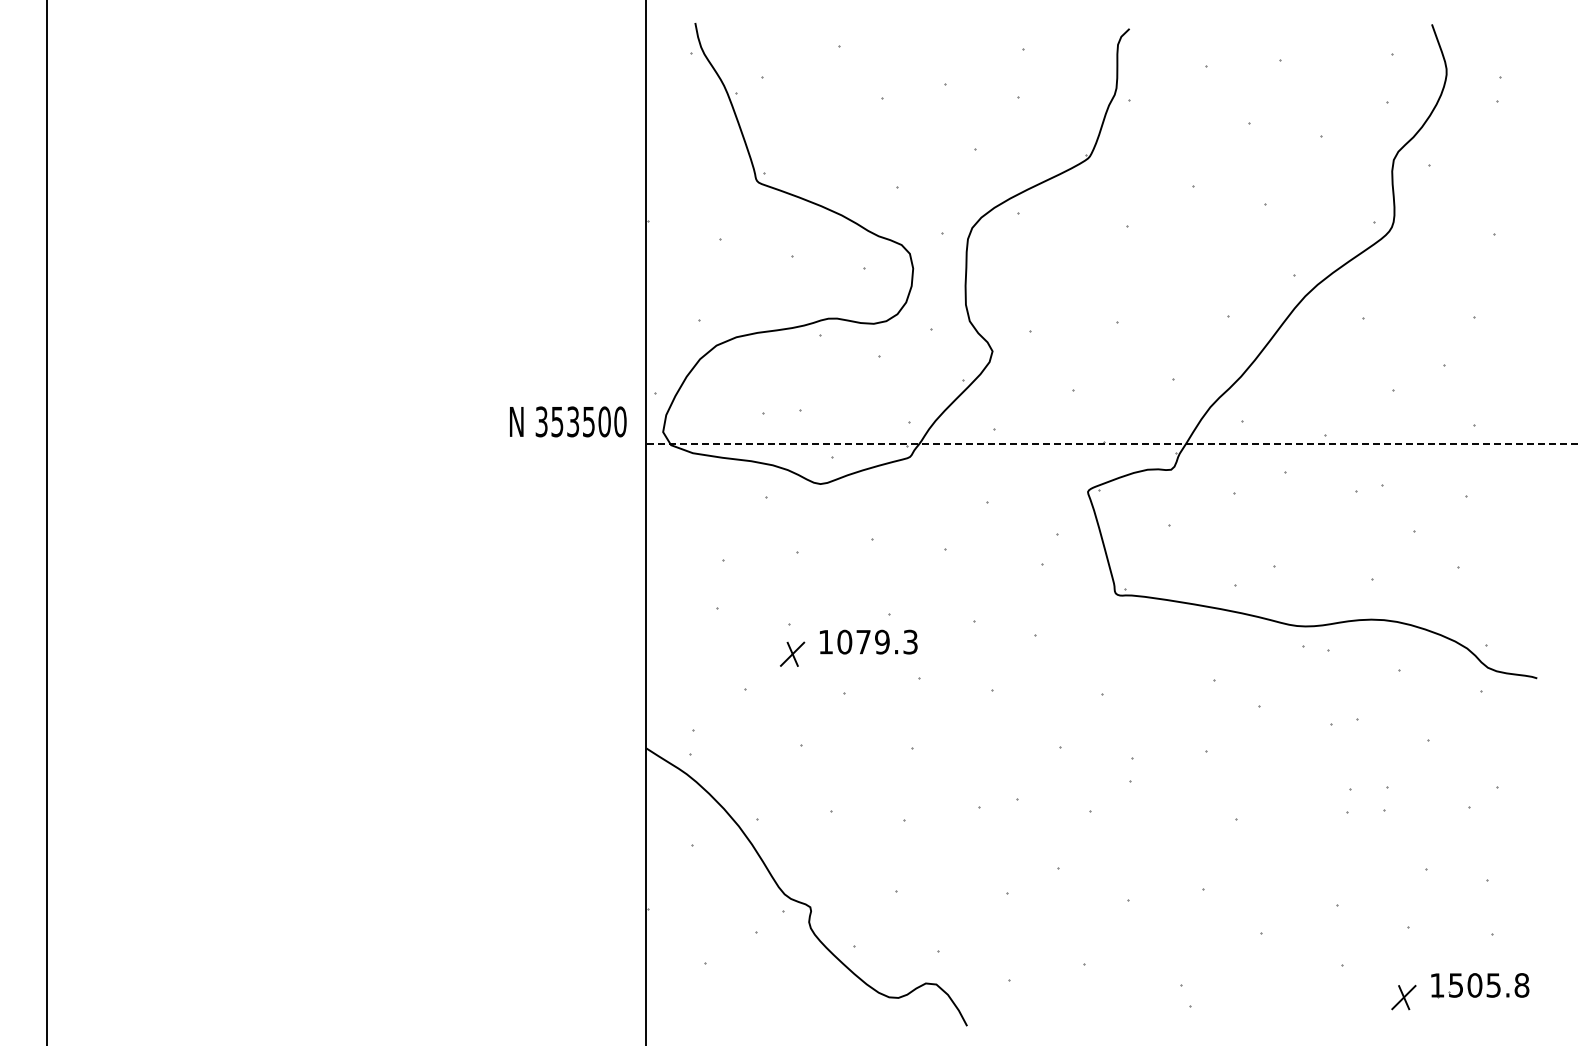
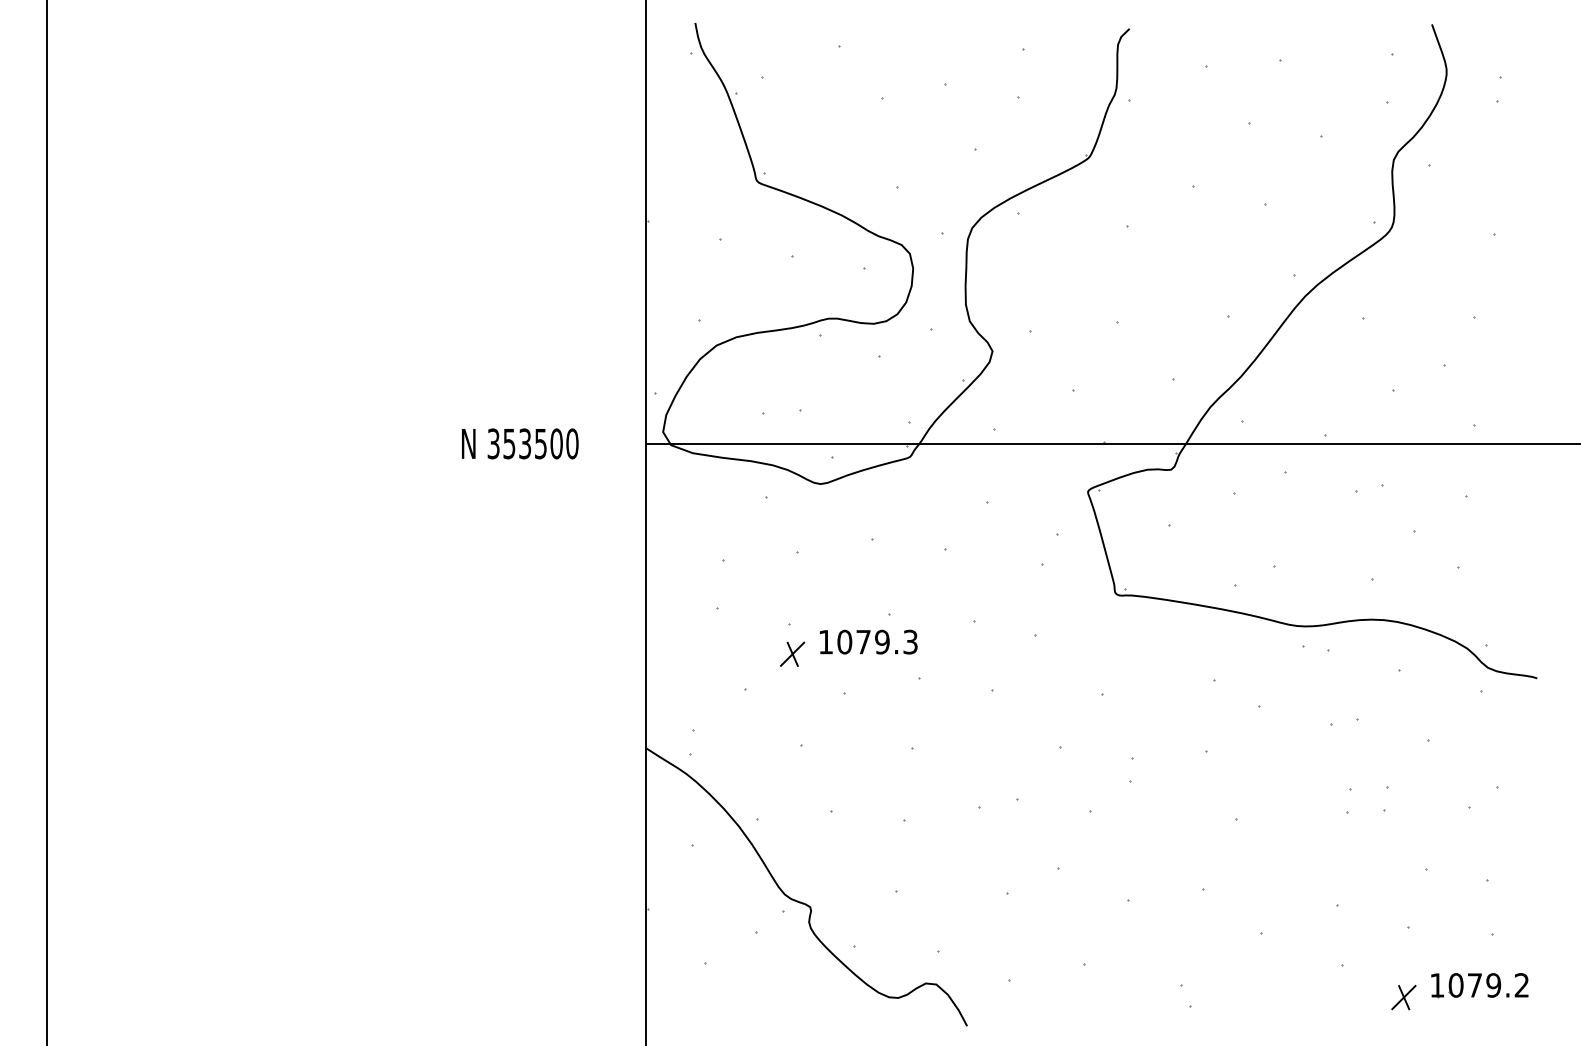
text at (568, 421) position: (568, 421) -> (520, 443)
line at (1113, 443): dashed -> solid
text at (1488, 985): 1505.8 -> 1079.2
